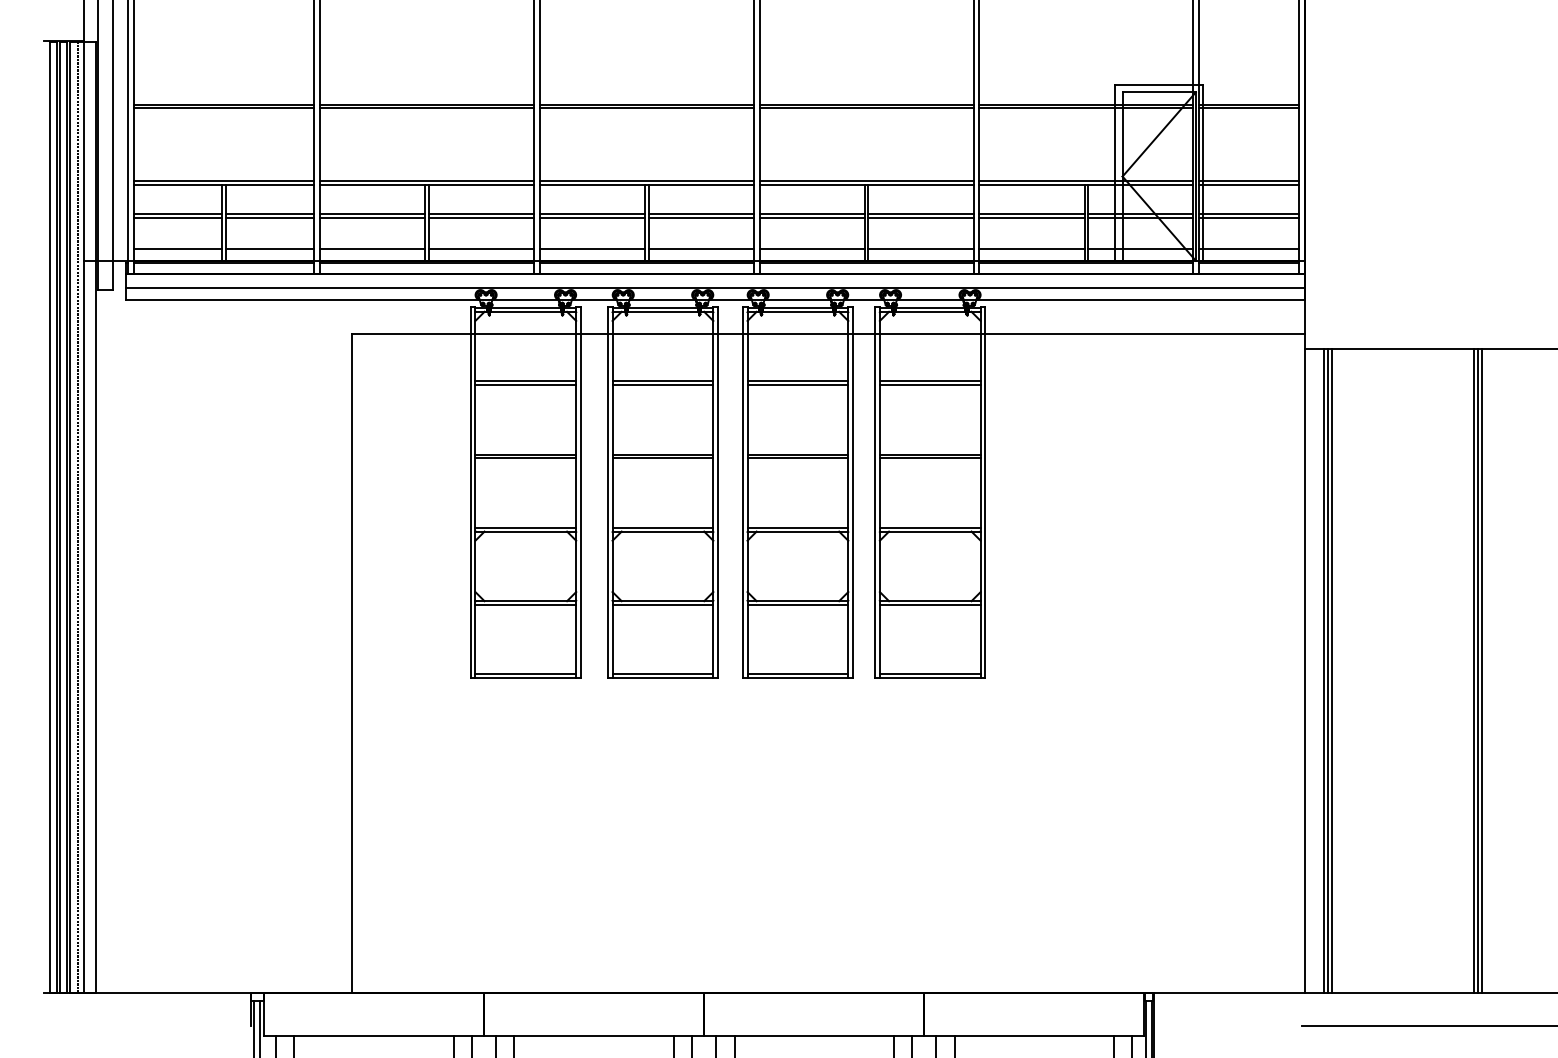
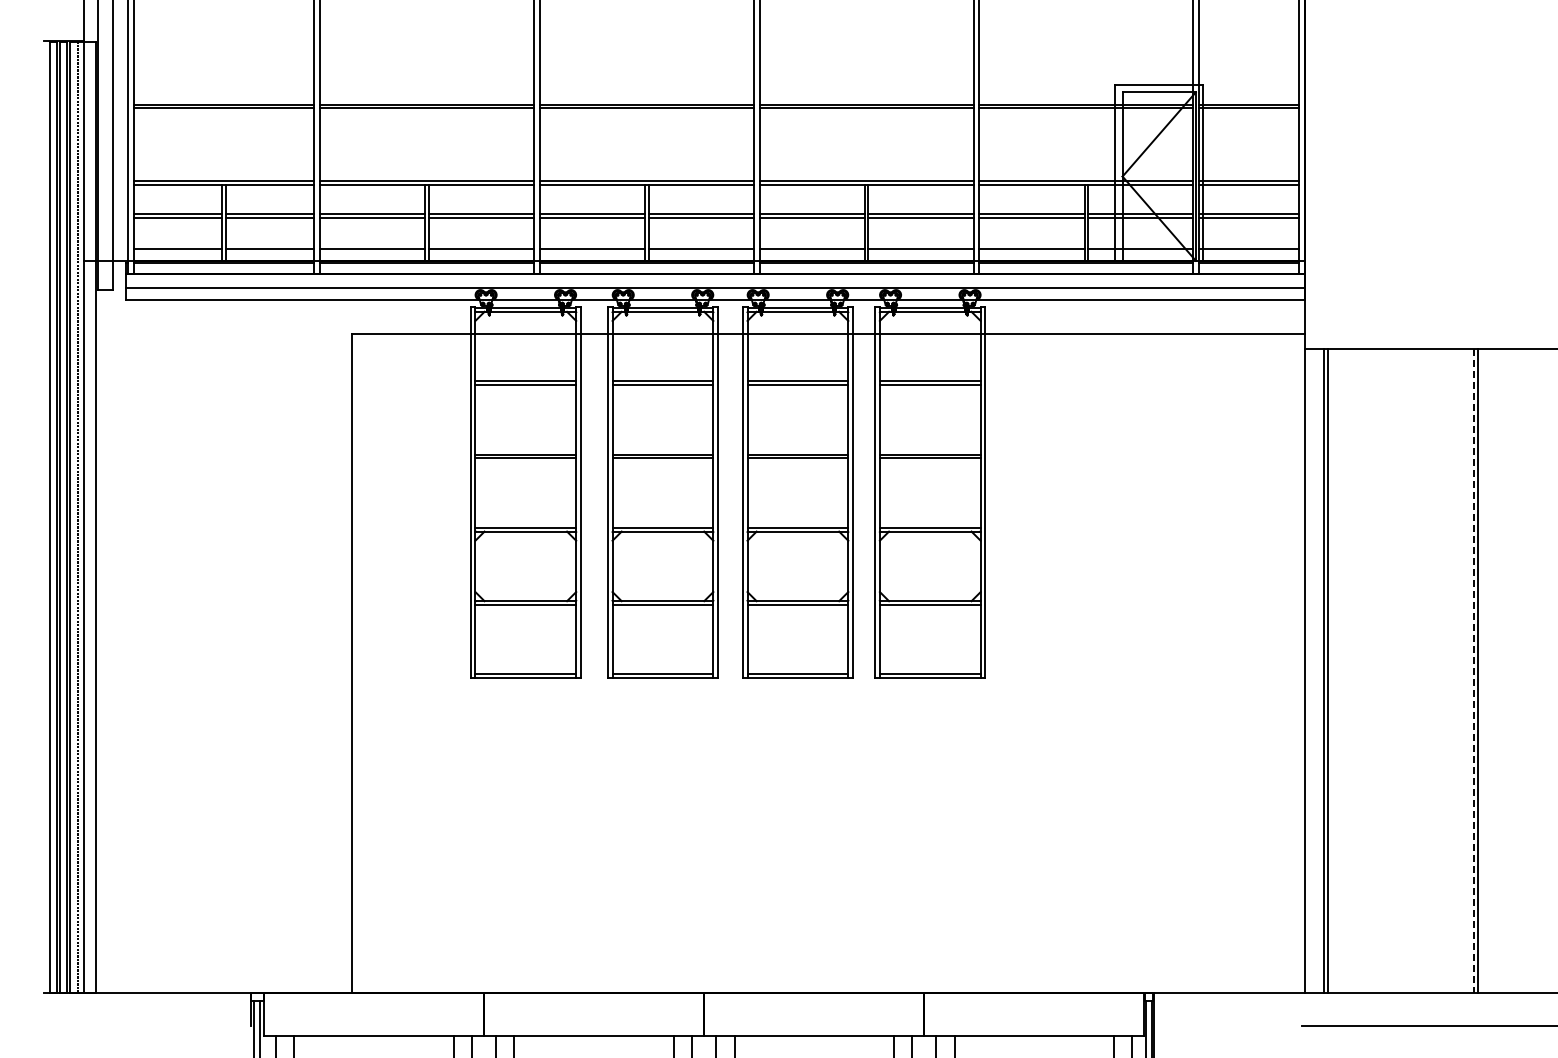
line at (1332, 670): present -> none
line at (1482, 670): present -> none
line at (1473, 671): solid -> dashed
